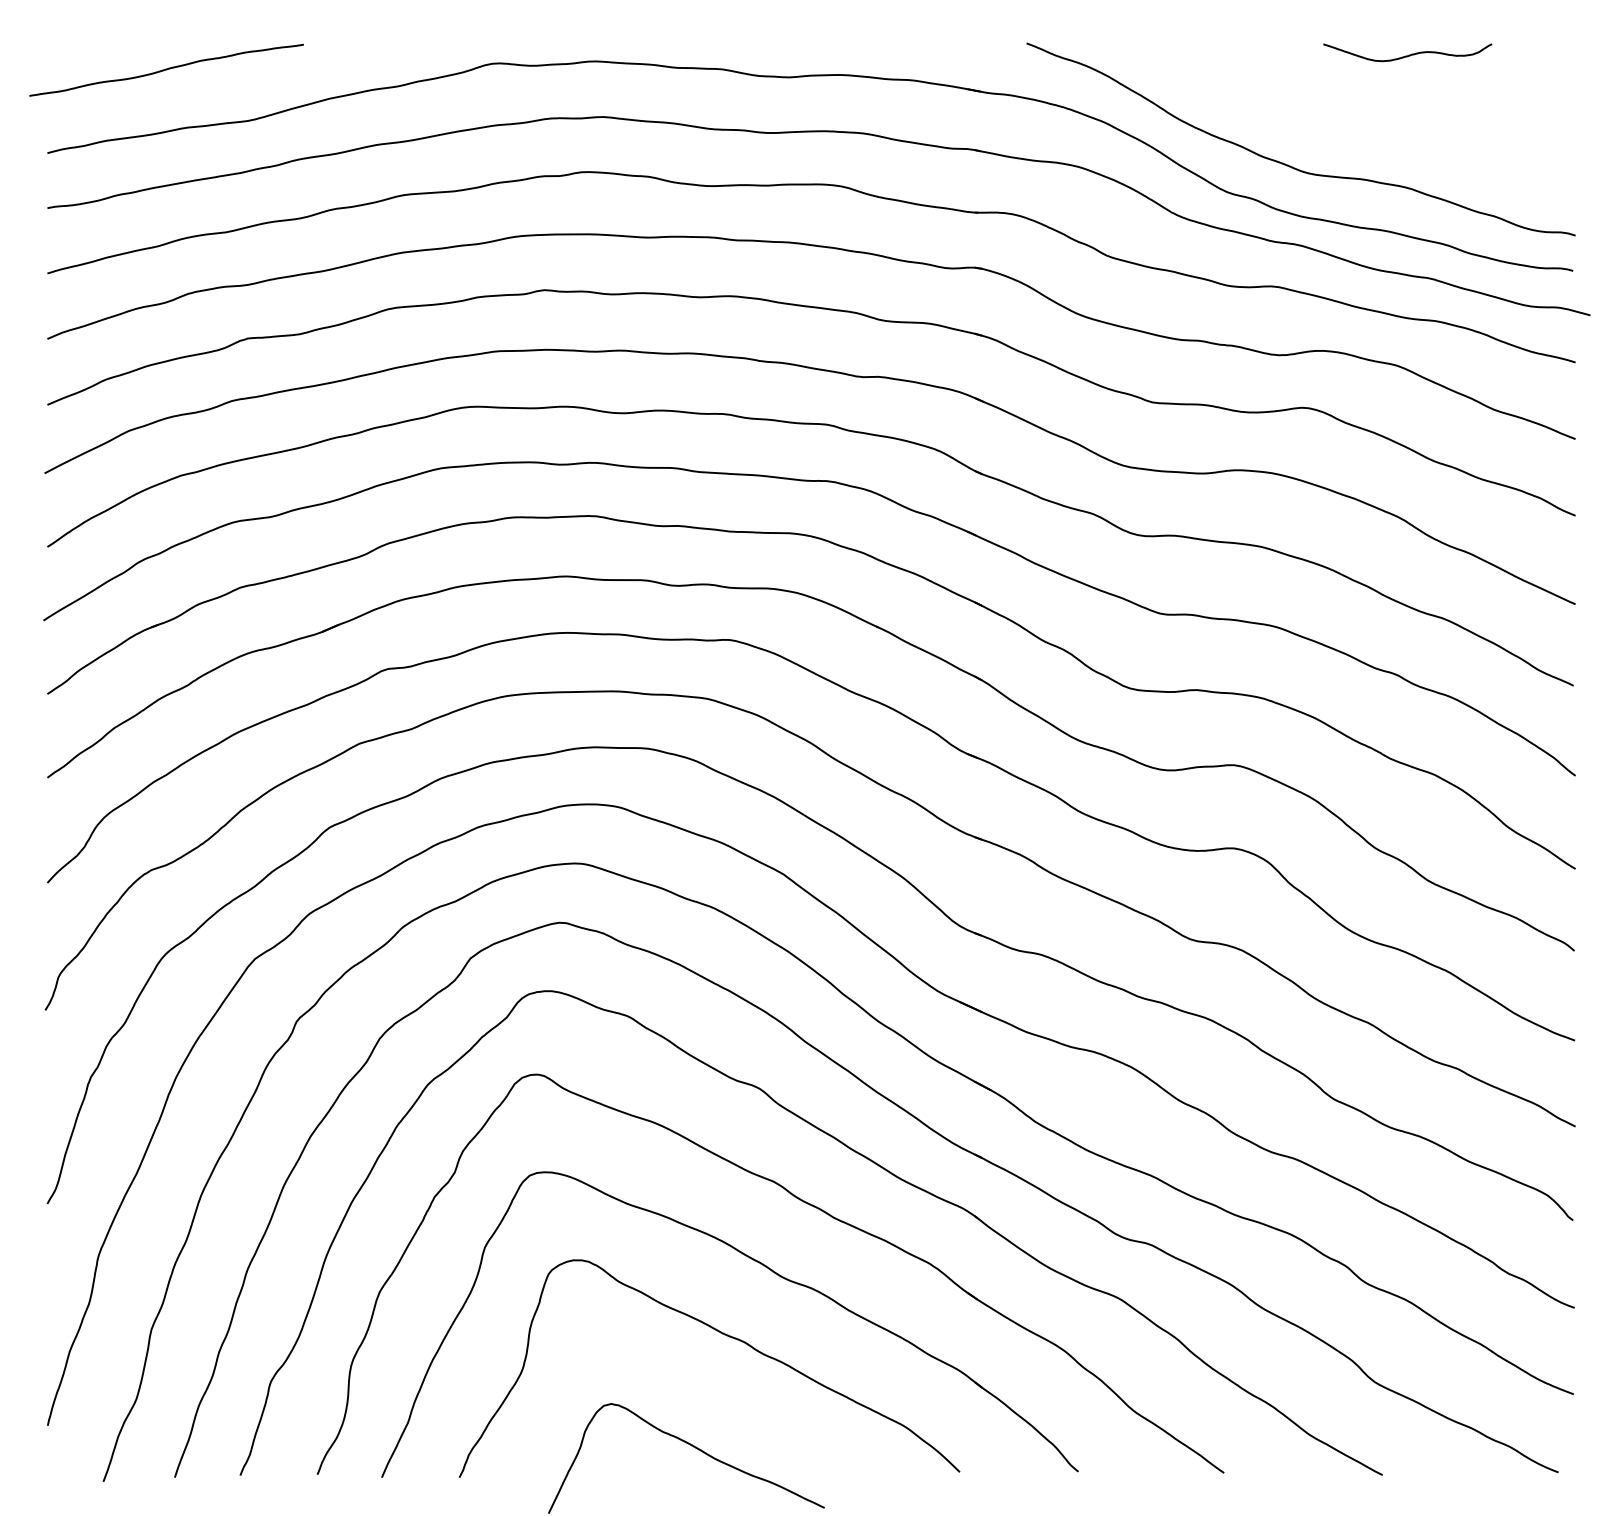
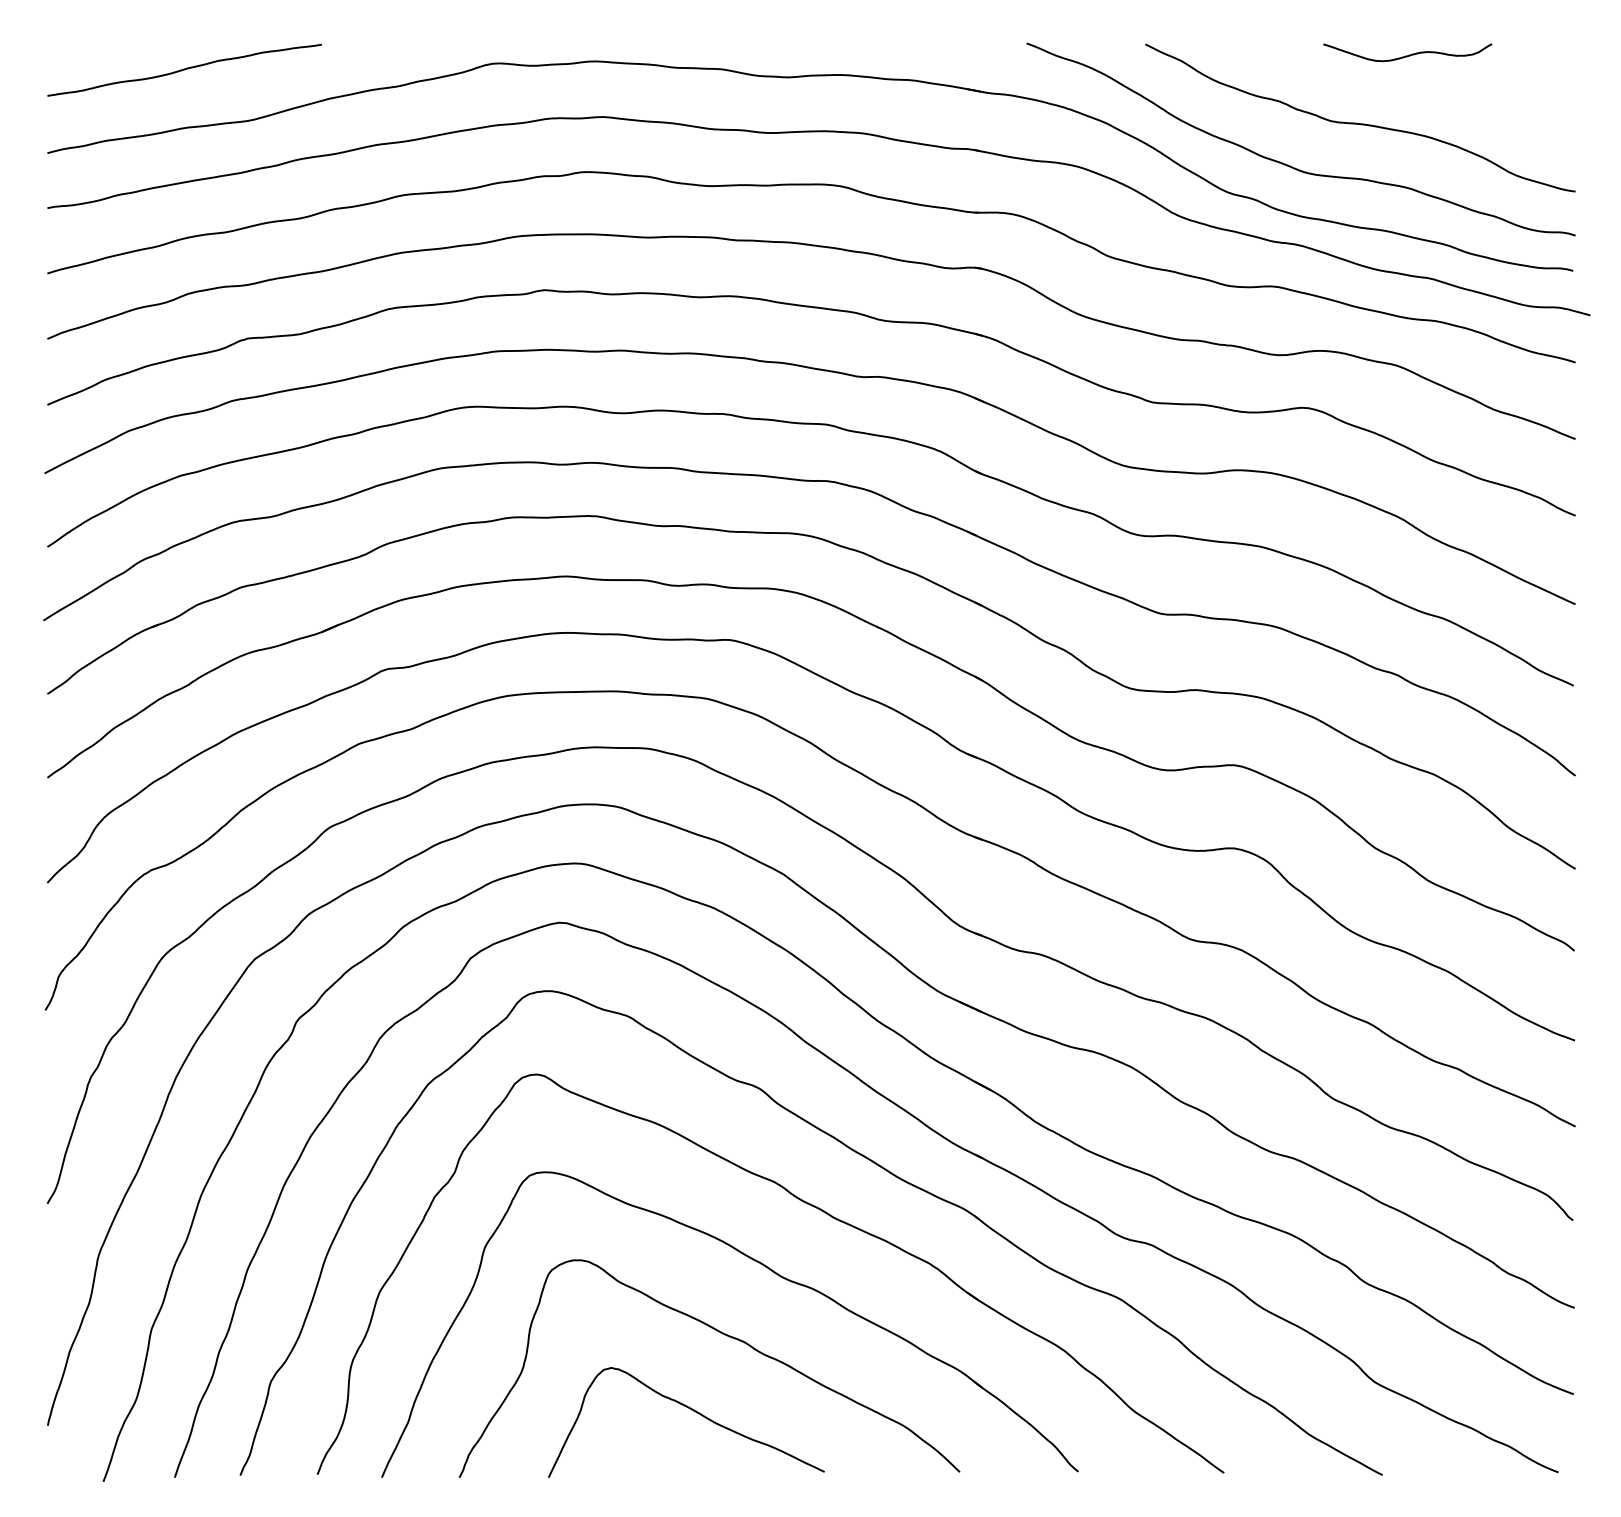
curve at (166, 69) position: (166, 69) -> (184, 69)
curve at (1360, 123): none -> present
curve at (691, 1446) position: (691, 1446) -> (691, 1410)
